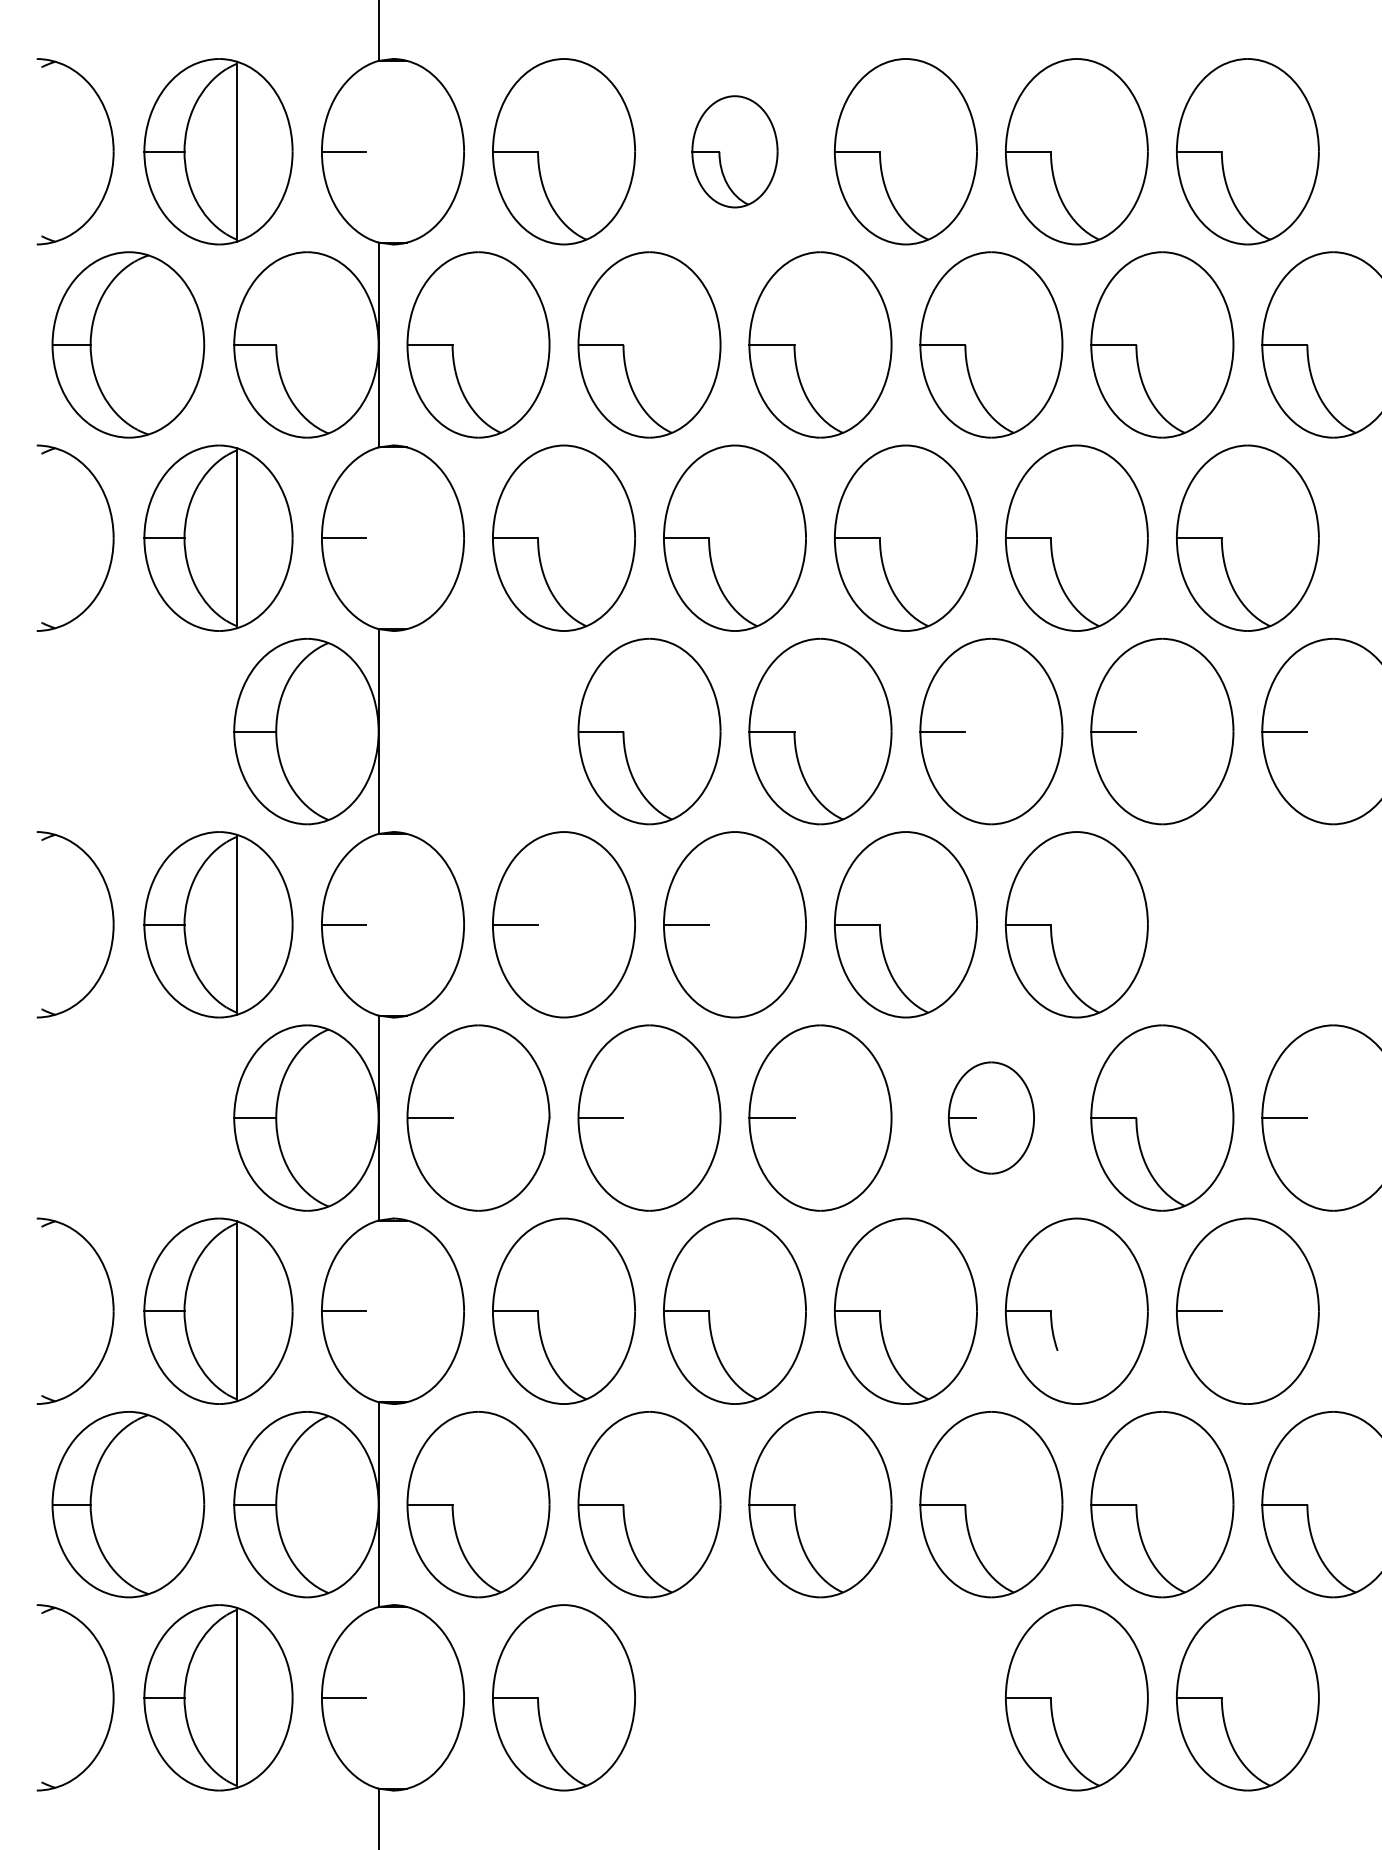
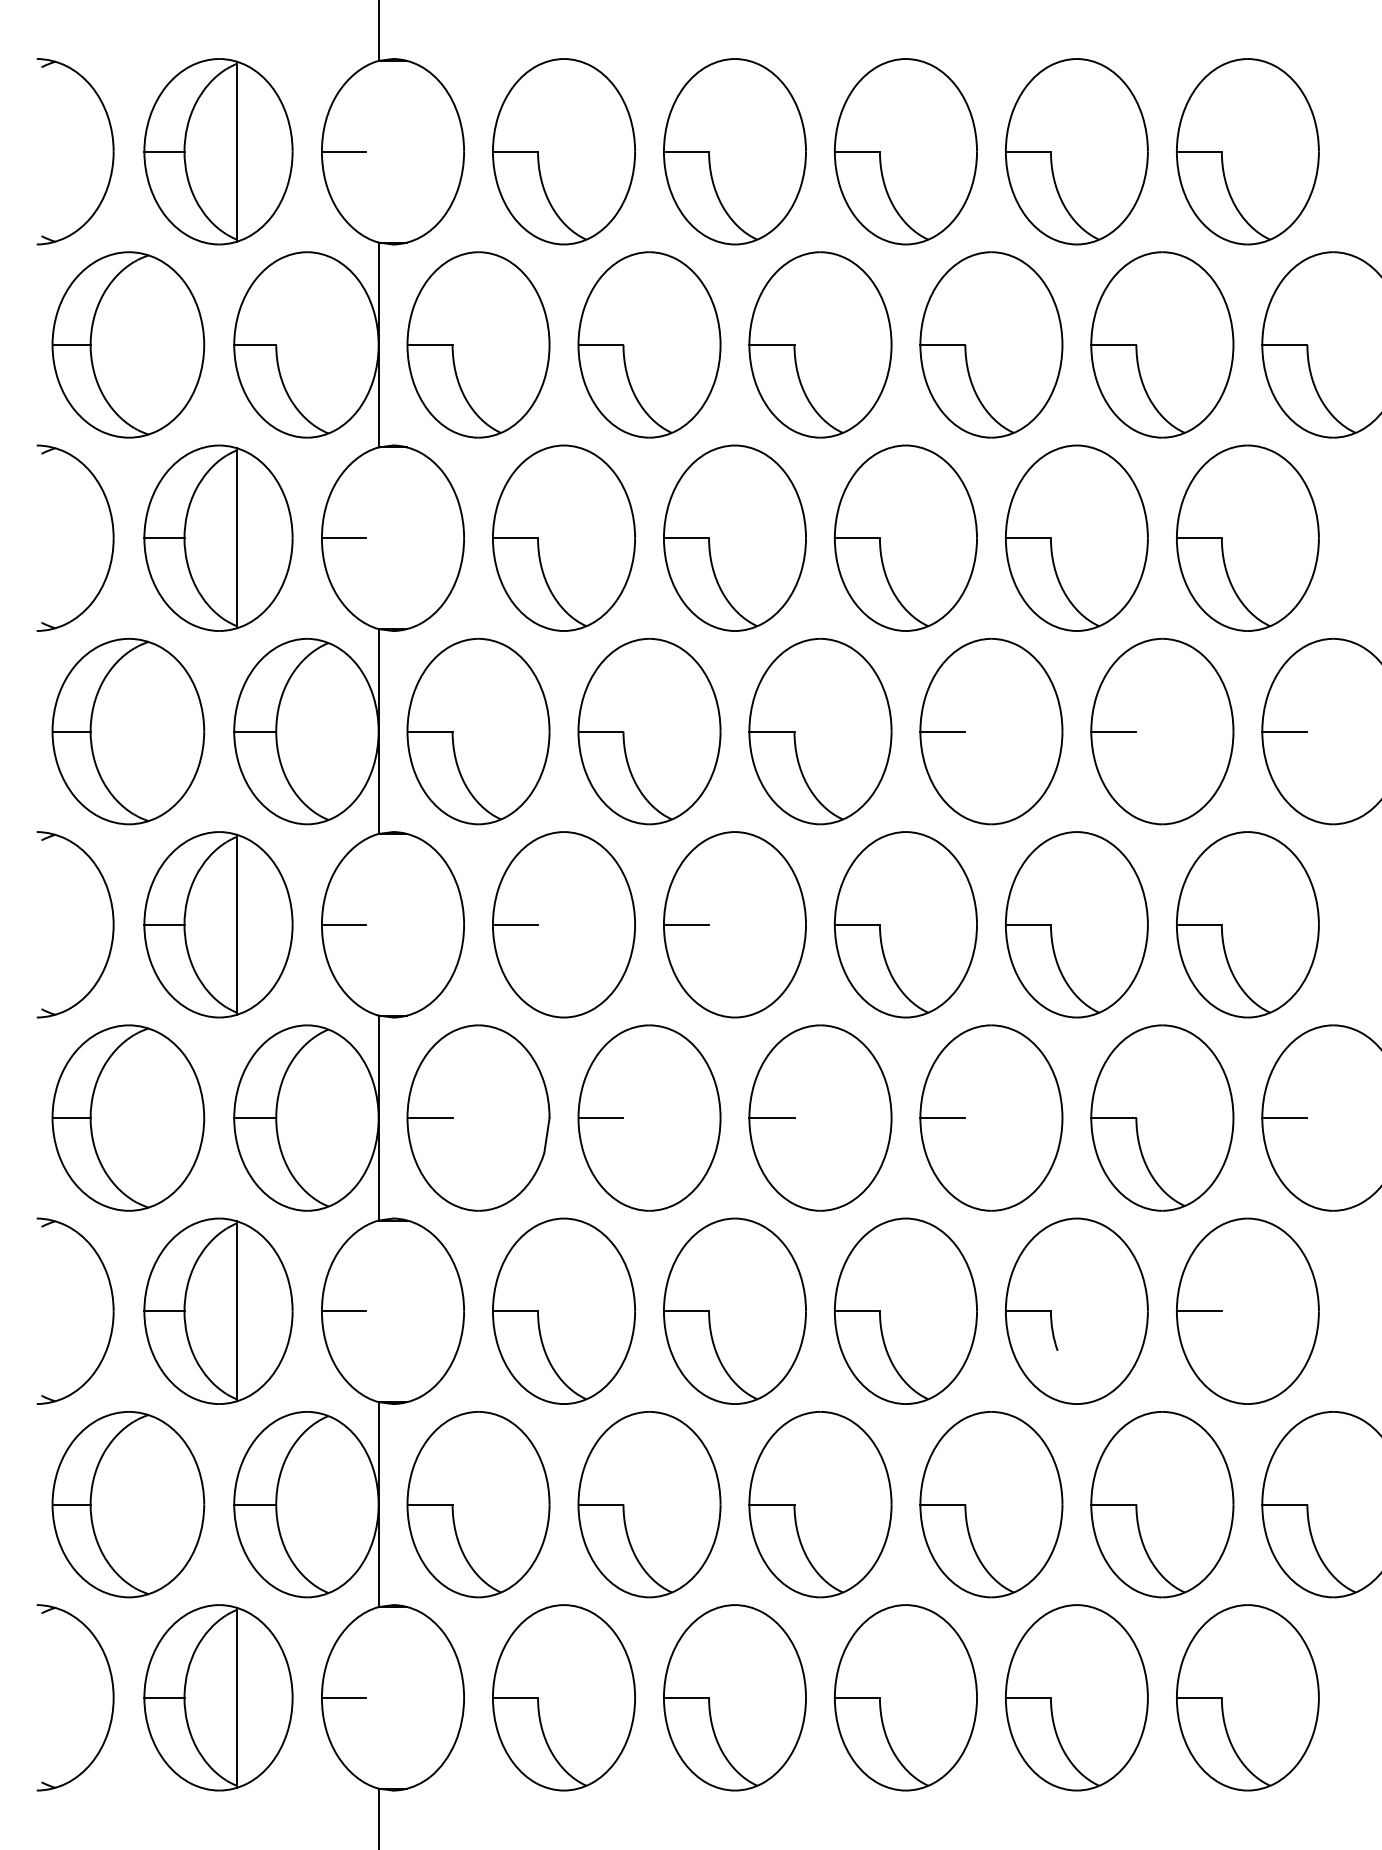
part at (734, 151) size: 88x114 px -> 144x188 px
part at (128, 731): none -> present
part at (478, 731): none -> present
part at (1247, 924): none -> present
part at (128, 1117): none -> present
part at (991, 1117) size: 87x114 px -> 145x188 px
part at (734, 1697): none -> present
part at (905, 1697): none -> present
